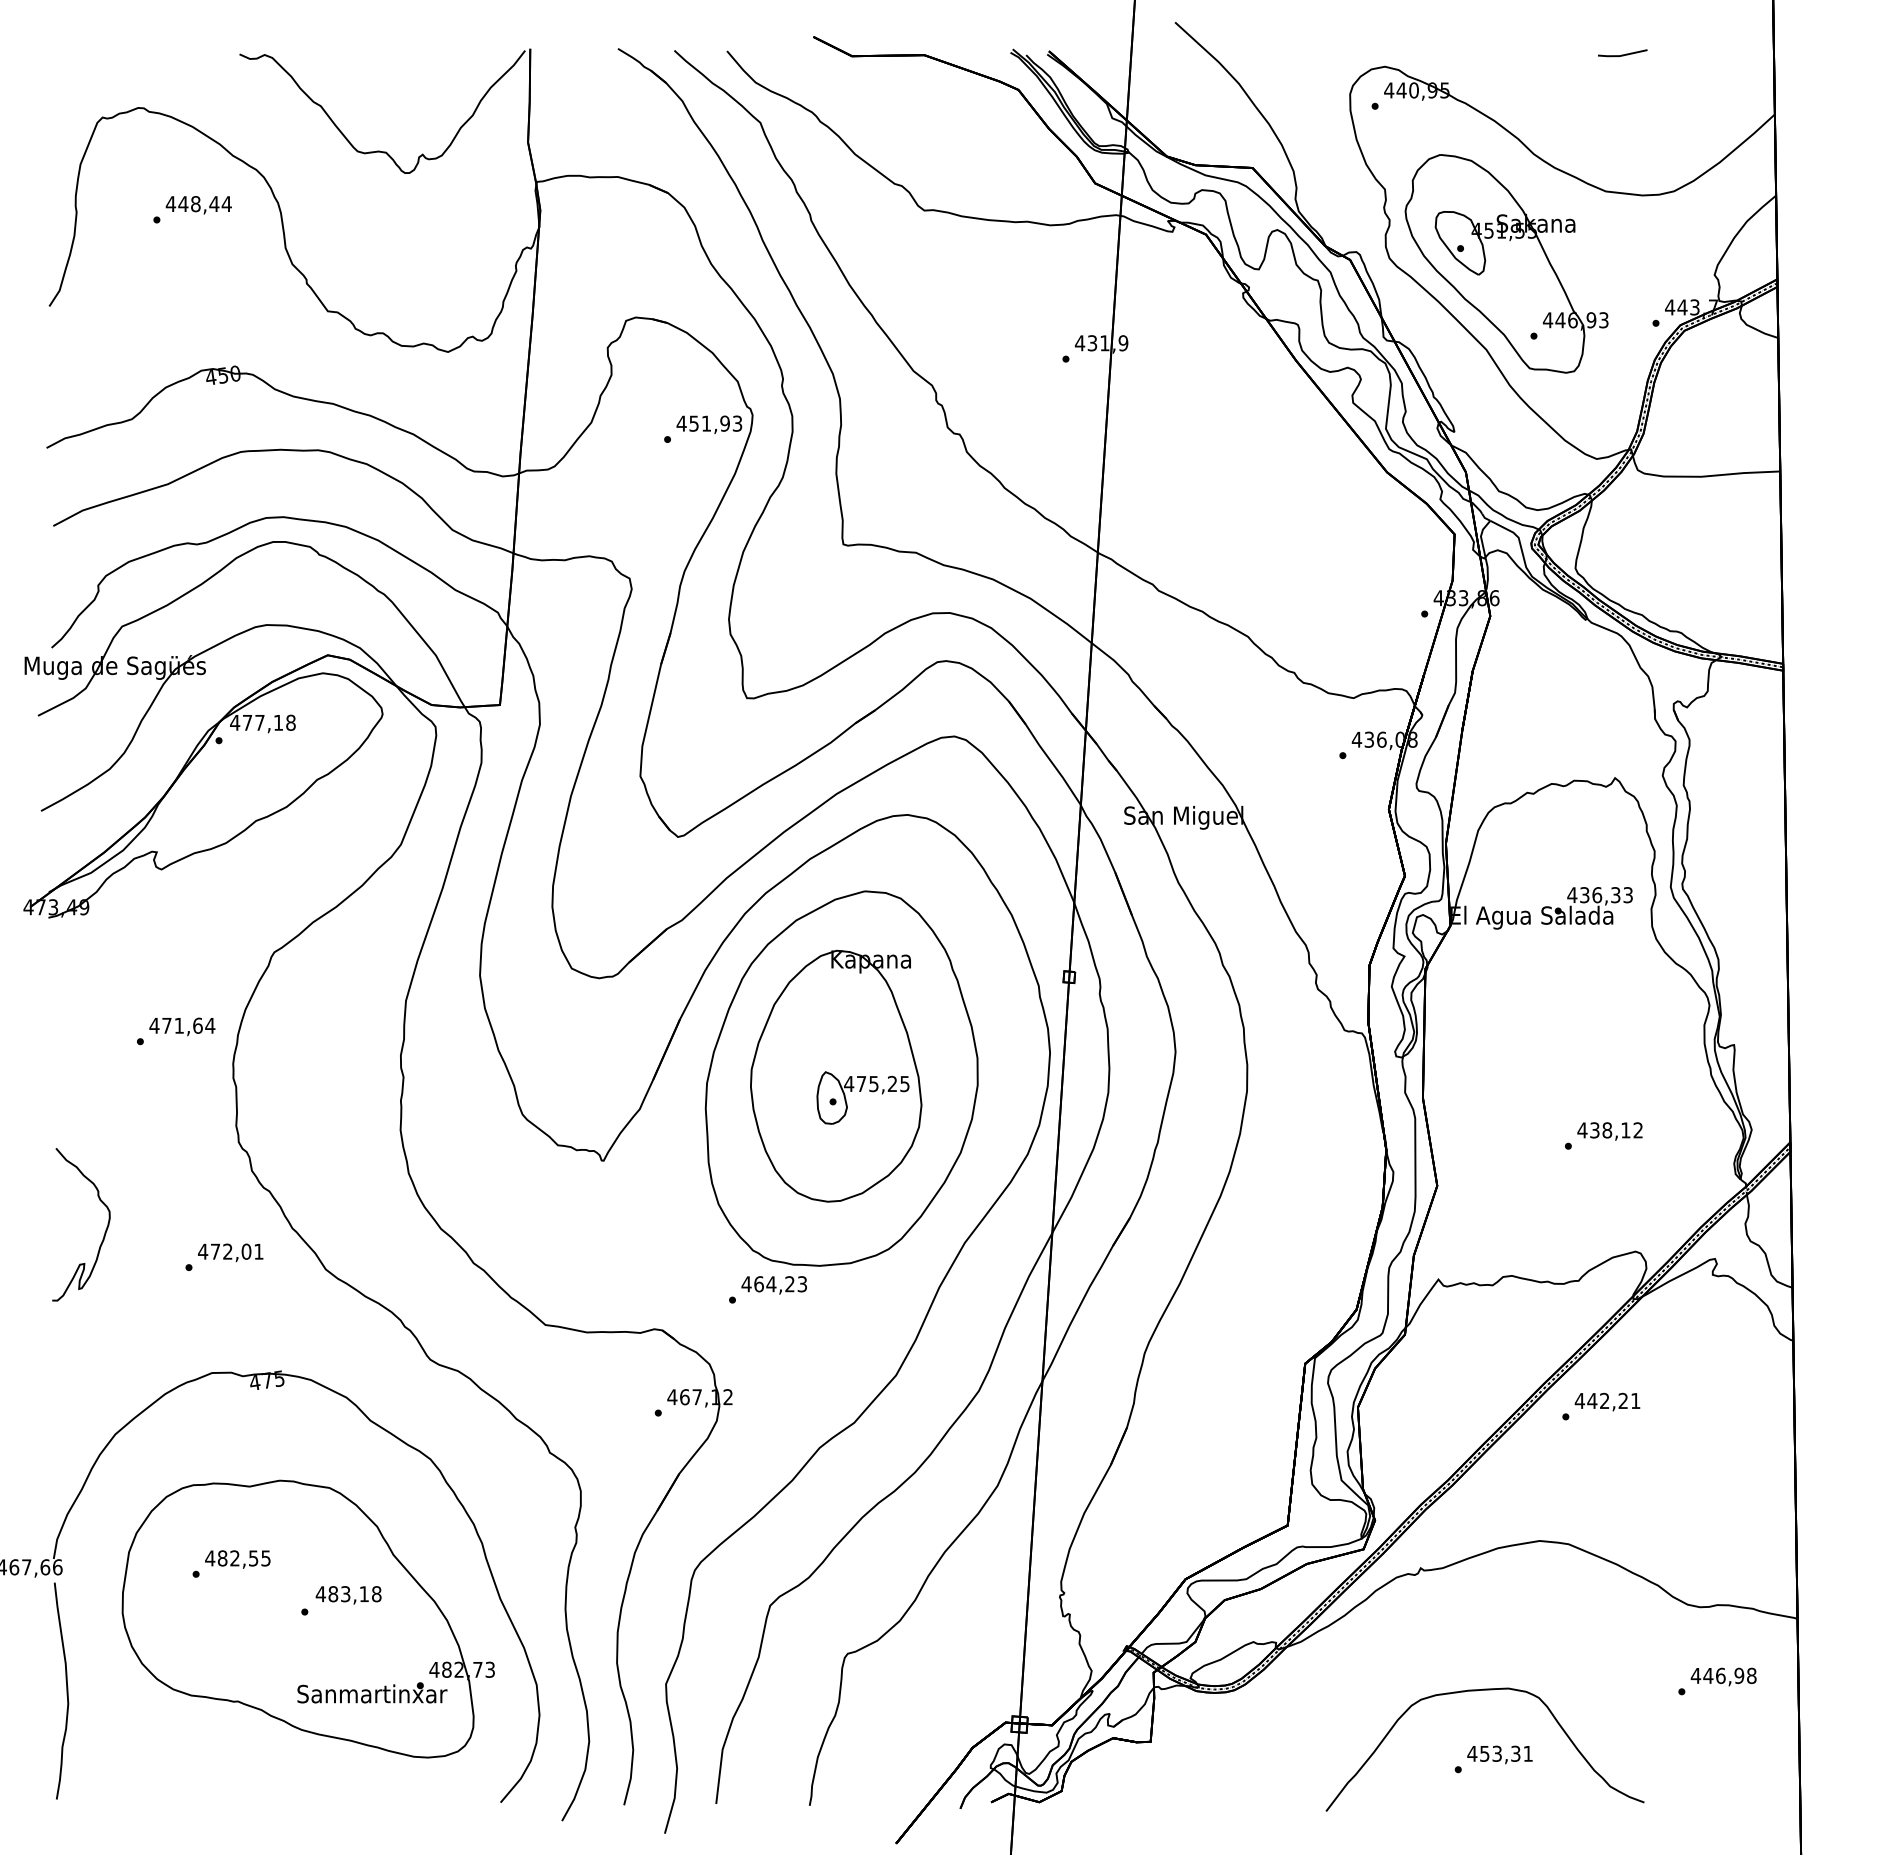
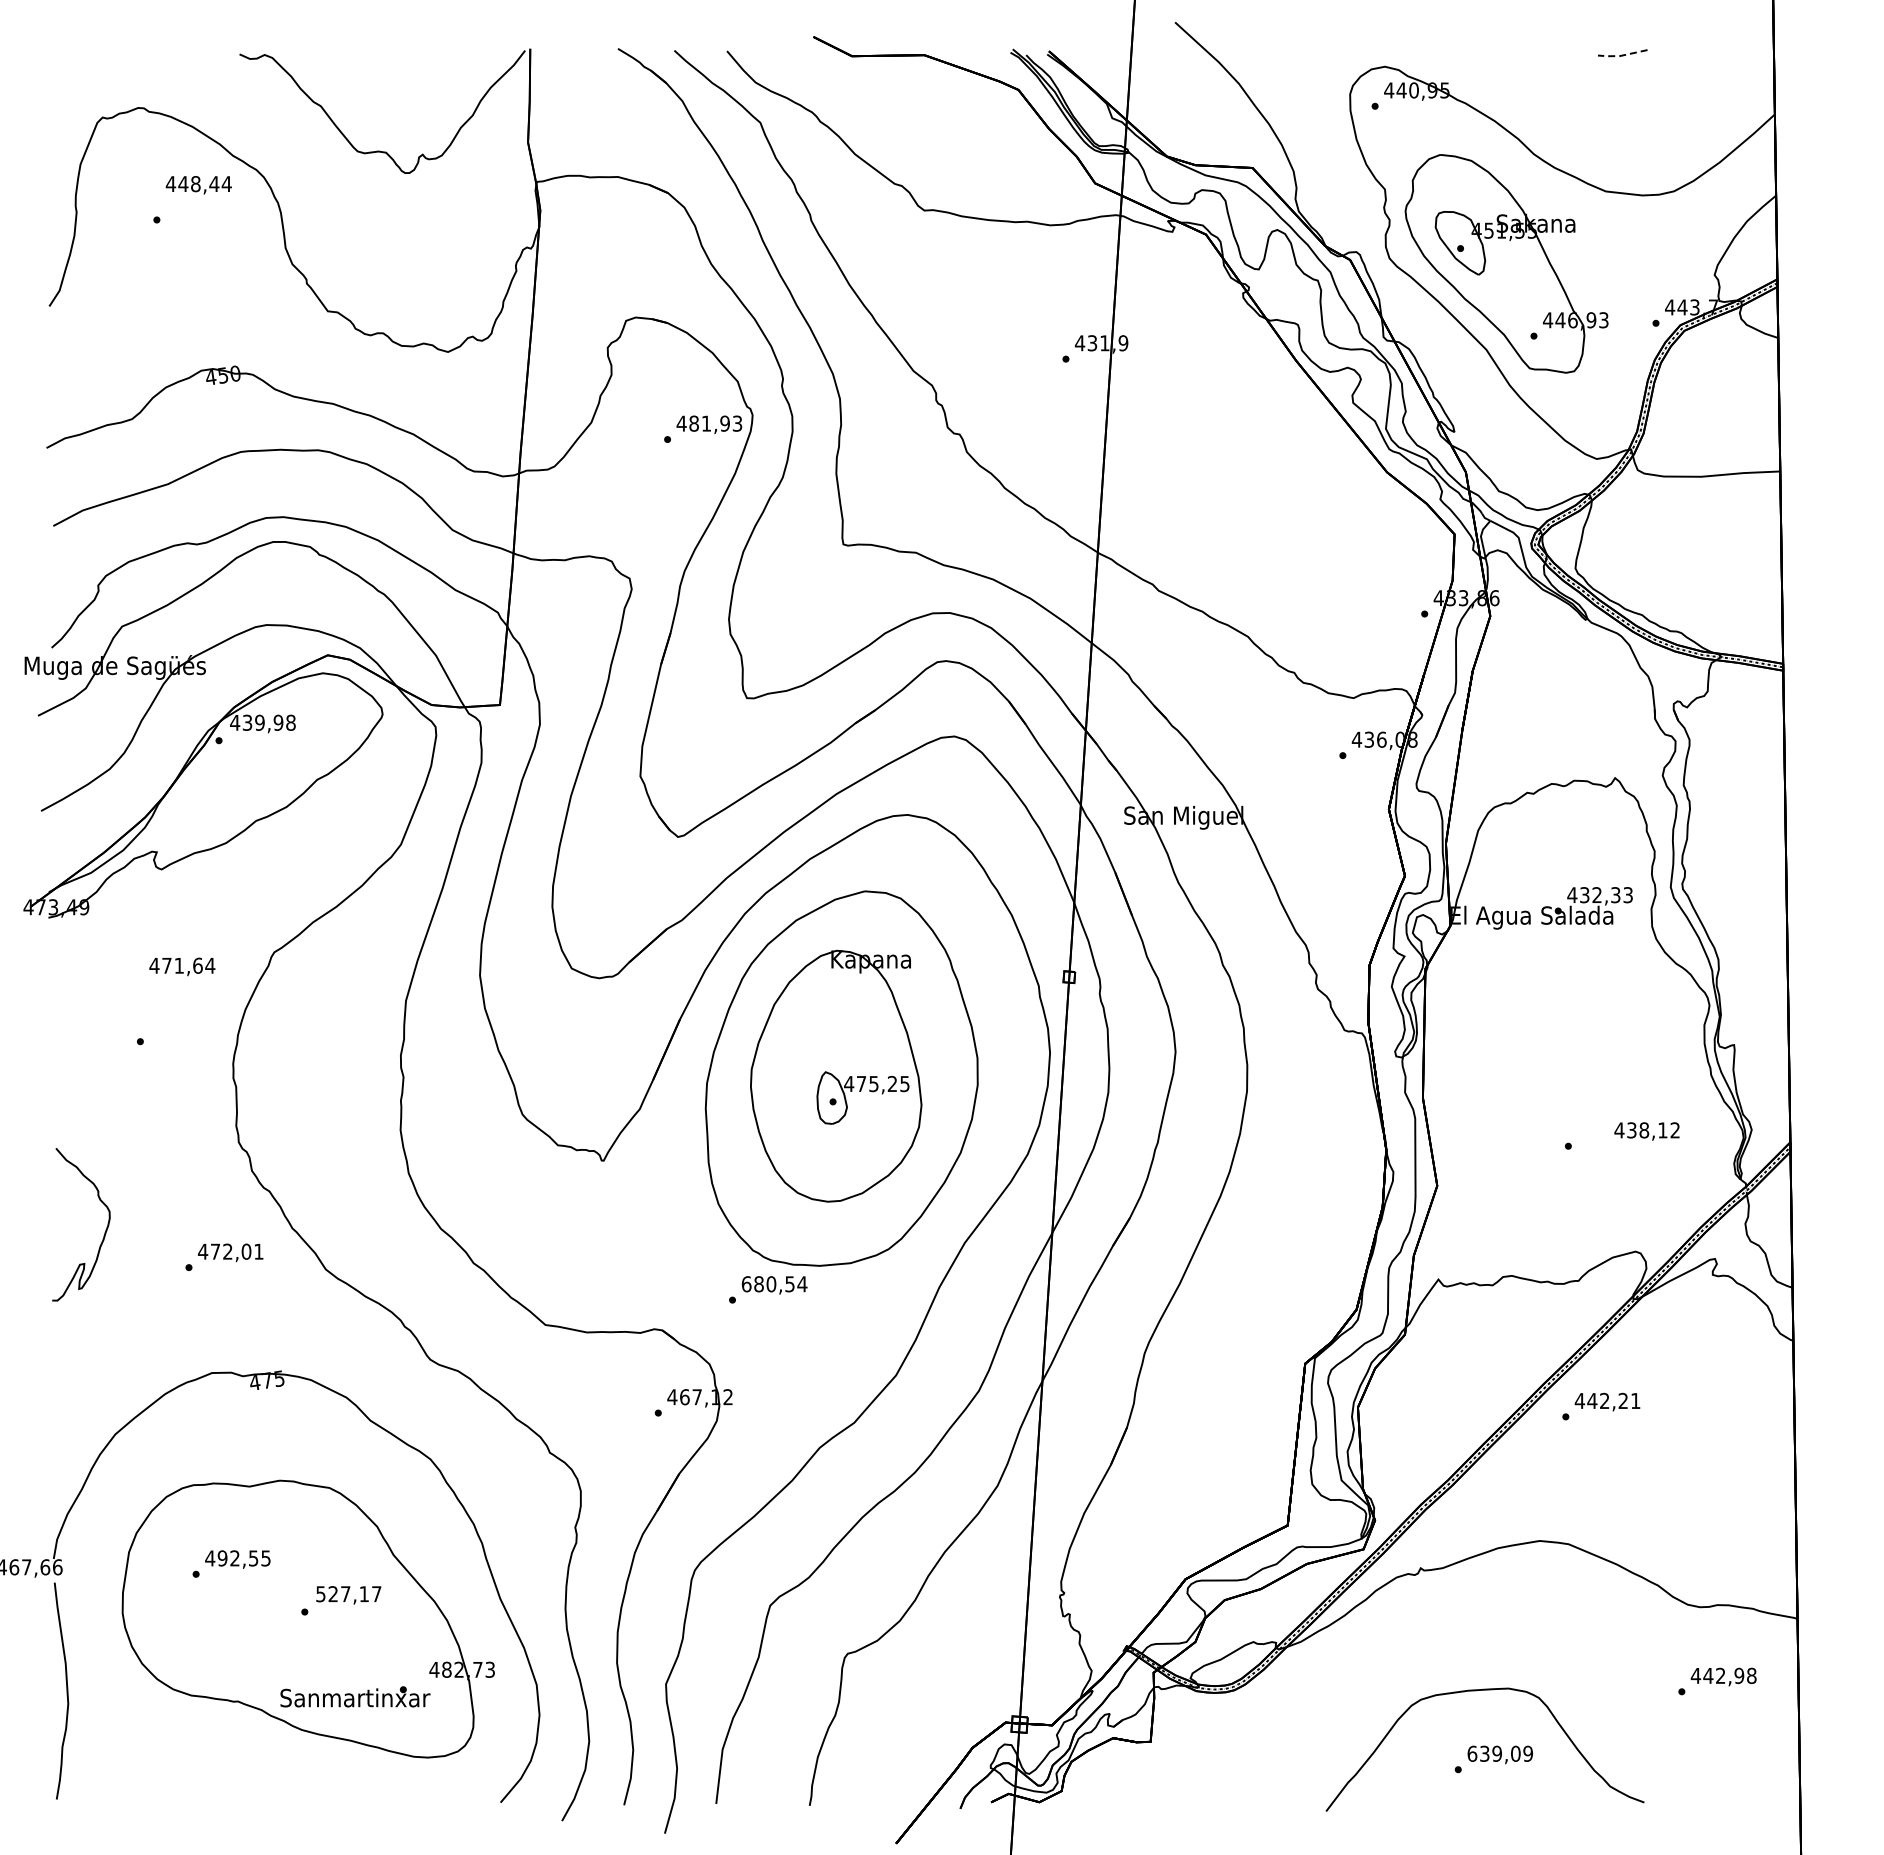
line at (1621, 55): solid -> dashed
text at (198, 205) position: (198, 205) -> (198, 185)
text at (693, 423): 451,93 -> 481,93
text at (262, 722): 477,18 -> 439,98
text at (1597, 895): 436,33 -> 432,33
text at (182, 1026) position: (182, 1026) -> (182, 966)
text at (1609, 1131) position: (1609, 1131) -> (1646, 1131)
text at (774, 1284): 464,23 -> 680,54
text at (222, 1558): 482,55 -> 492,55
text at (348, 1594): 483,18 -> 527,17
text at (1720, 1675): 446,98 -> 442,98
text at (372, 1692) position: (372, 1692) -> (355, 1696)
text at (1499, 1753): 453,31 -> 639,09
